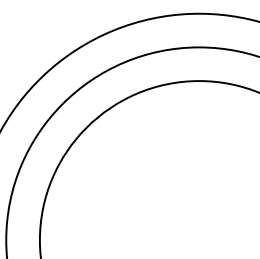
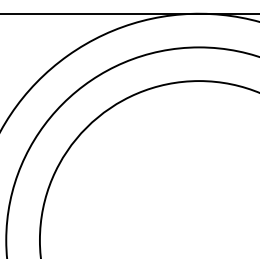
line at (129, 13): none -> present
